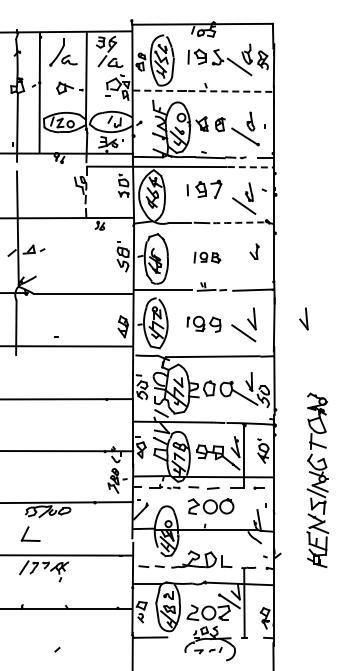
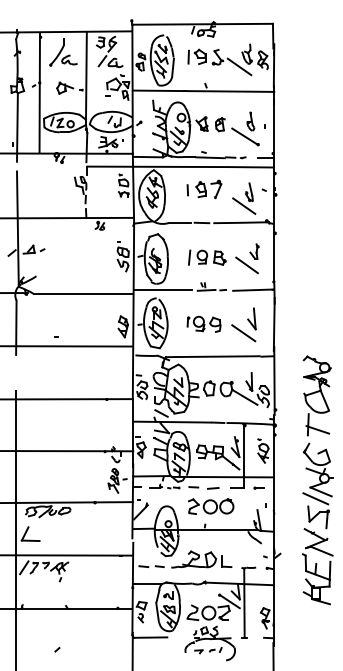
line at (203, 91): dashed -> solid
line at (250, 167): dashed -> solid
arc at (240, 222): dashed -> solid
part at (207, 257) size: 29x13 px -> 39x17 px
line at (246, 265): none -> present
part at (303, 318): present -> none
part at (317, 480) size: 24x177 px -> 32x251 px
line at (15, 528): none -> present
